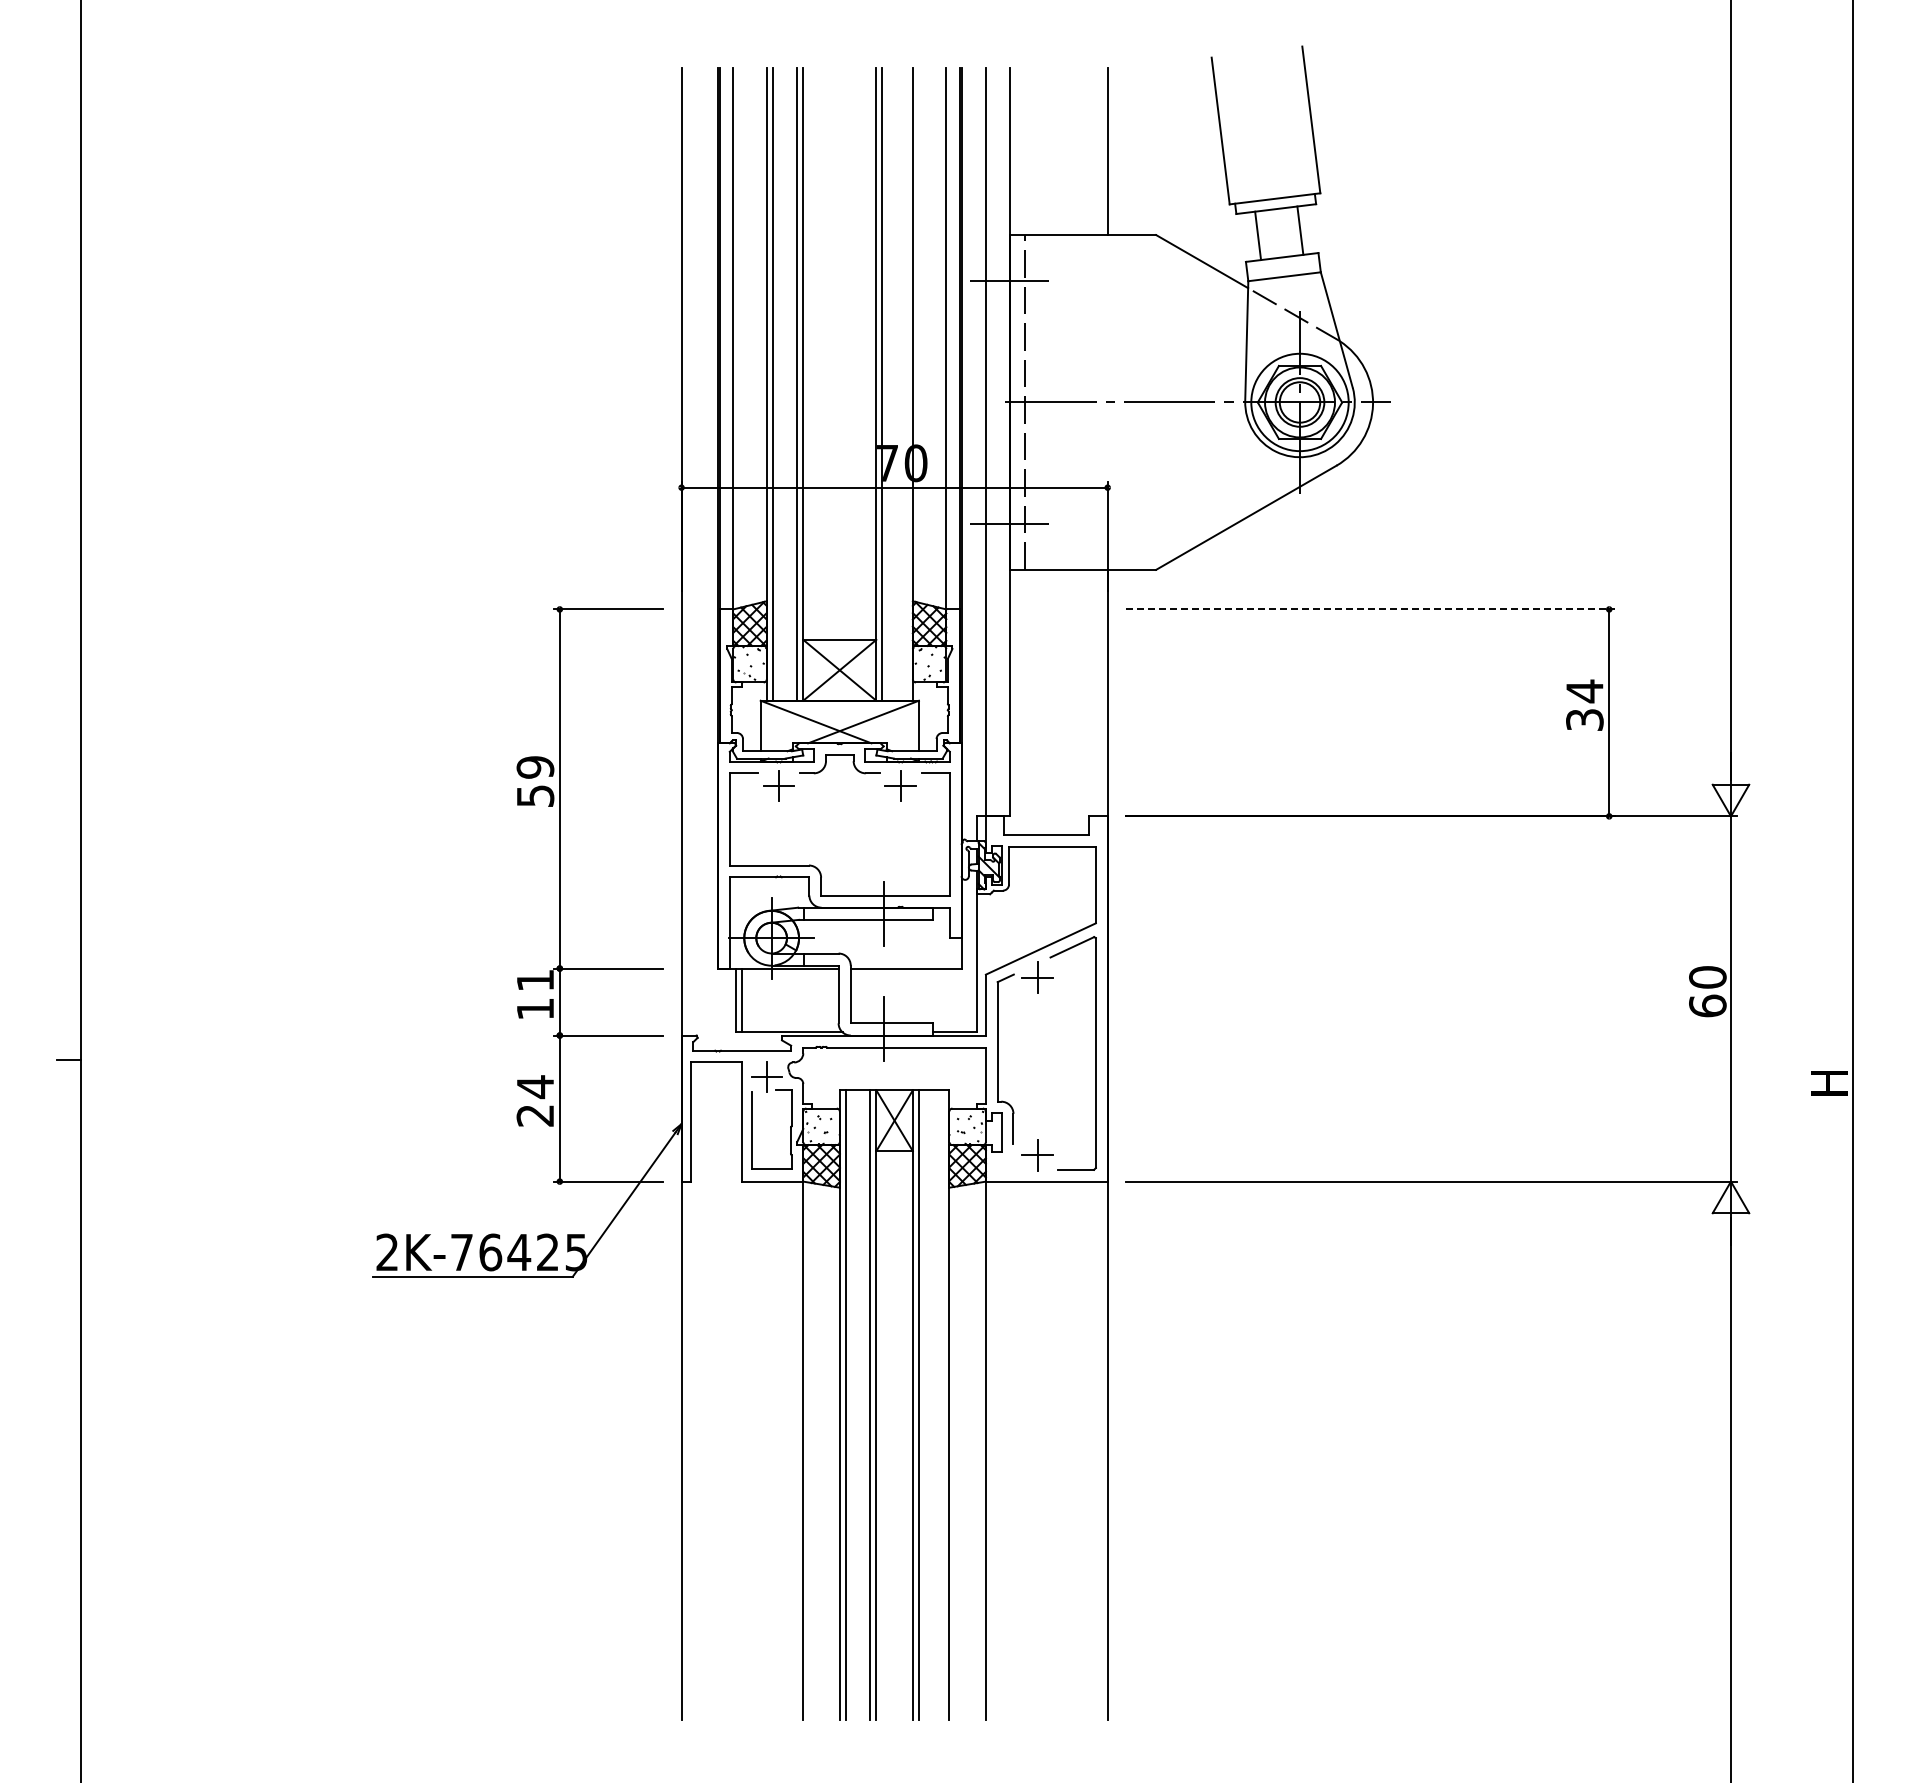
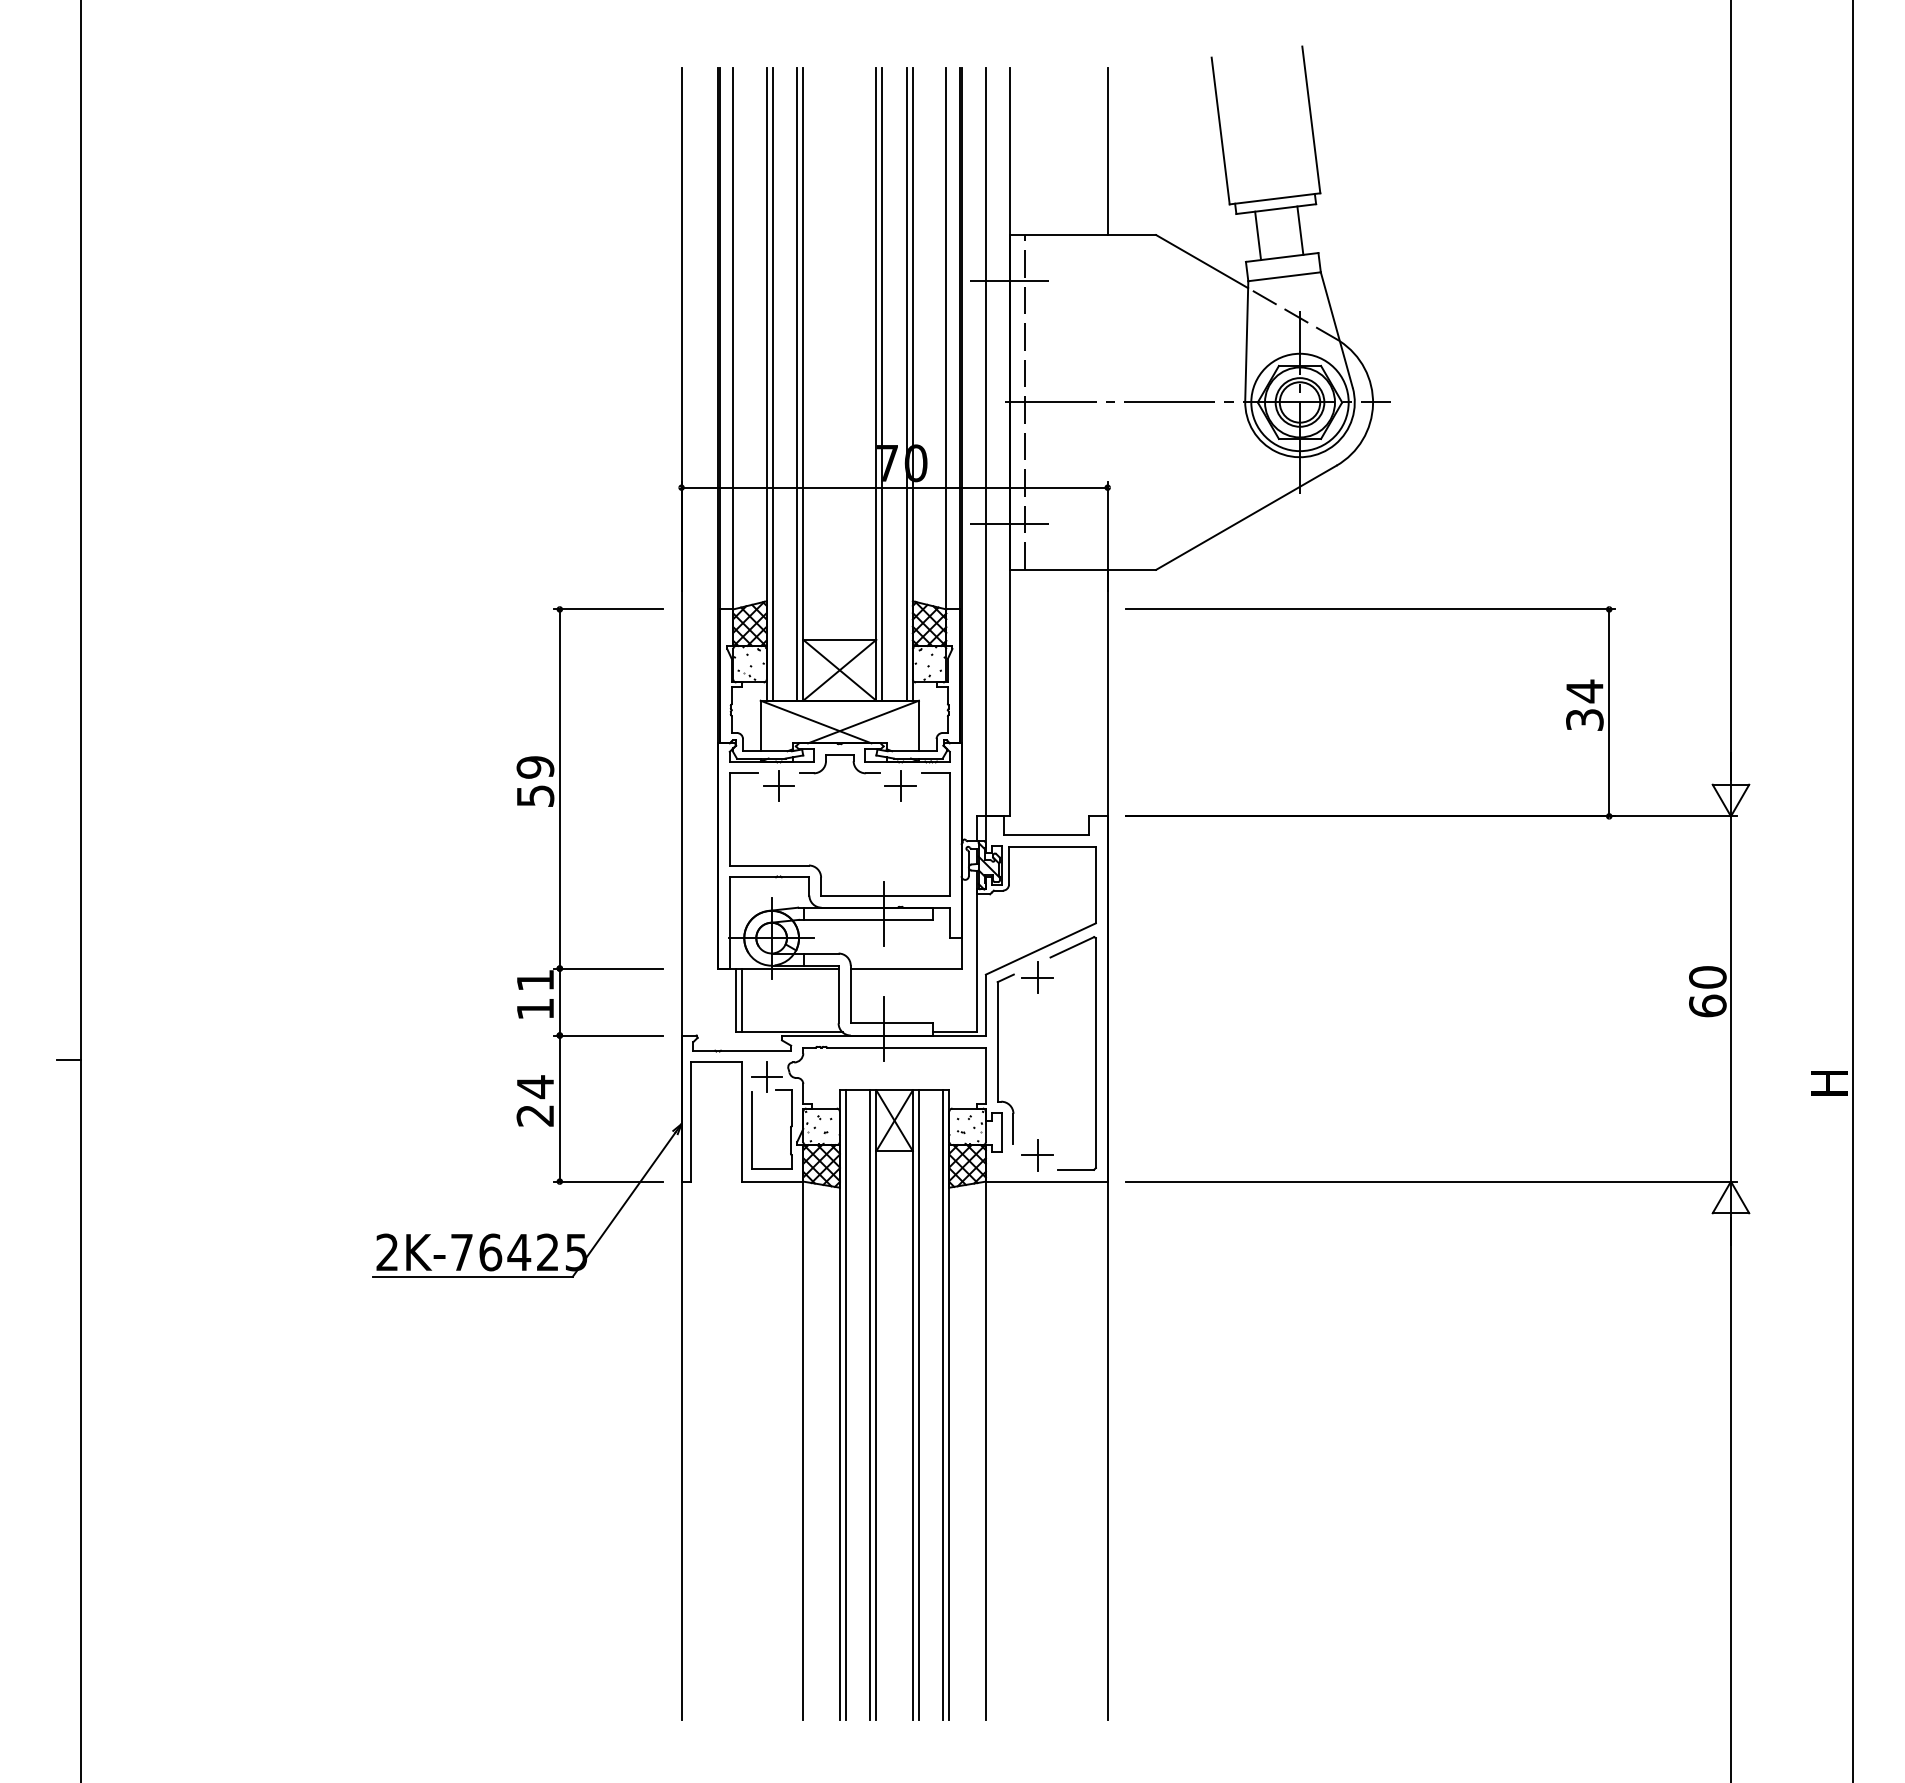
line at (906, 383): none -> present
line at (1370, 609): dashed -> solid
line at (943, 1405): none -> present
